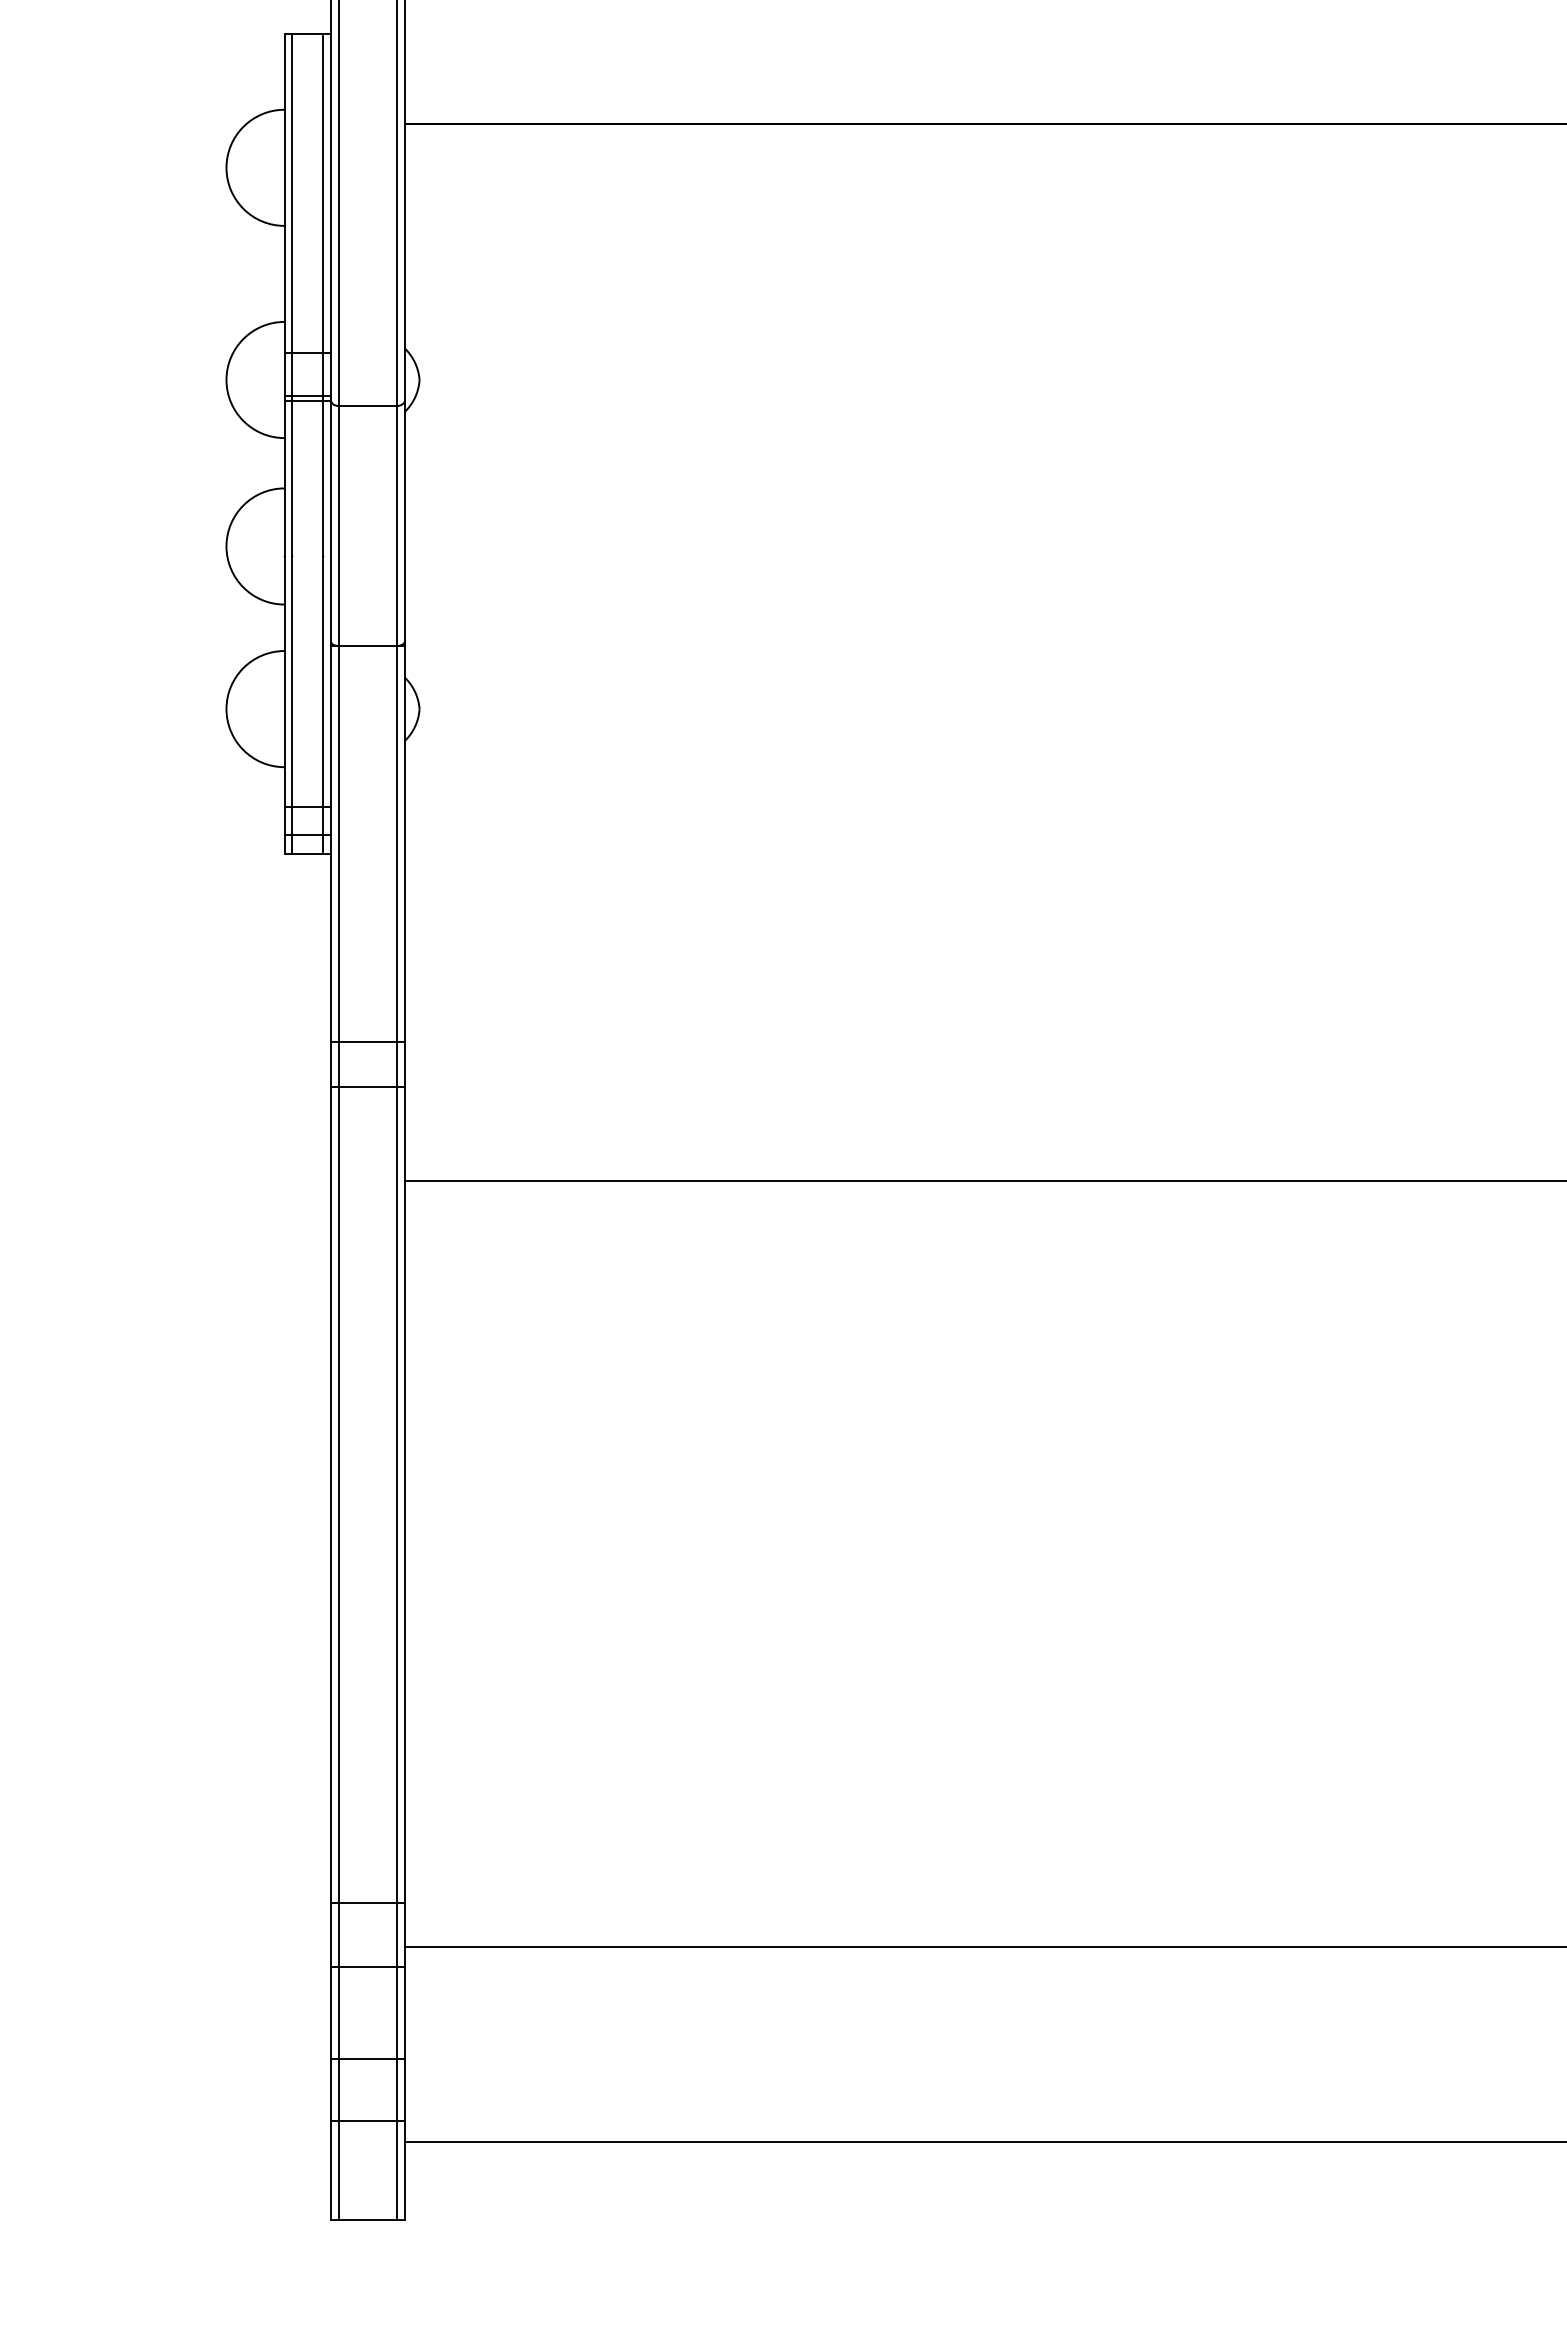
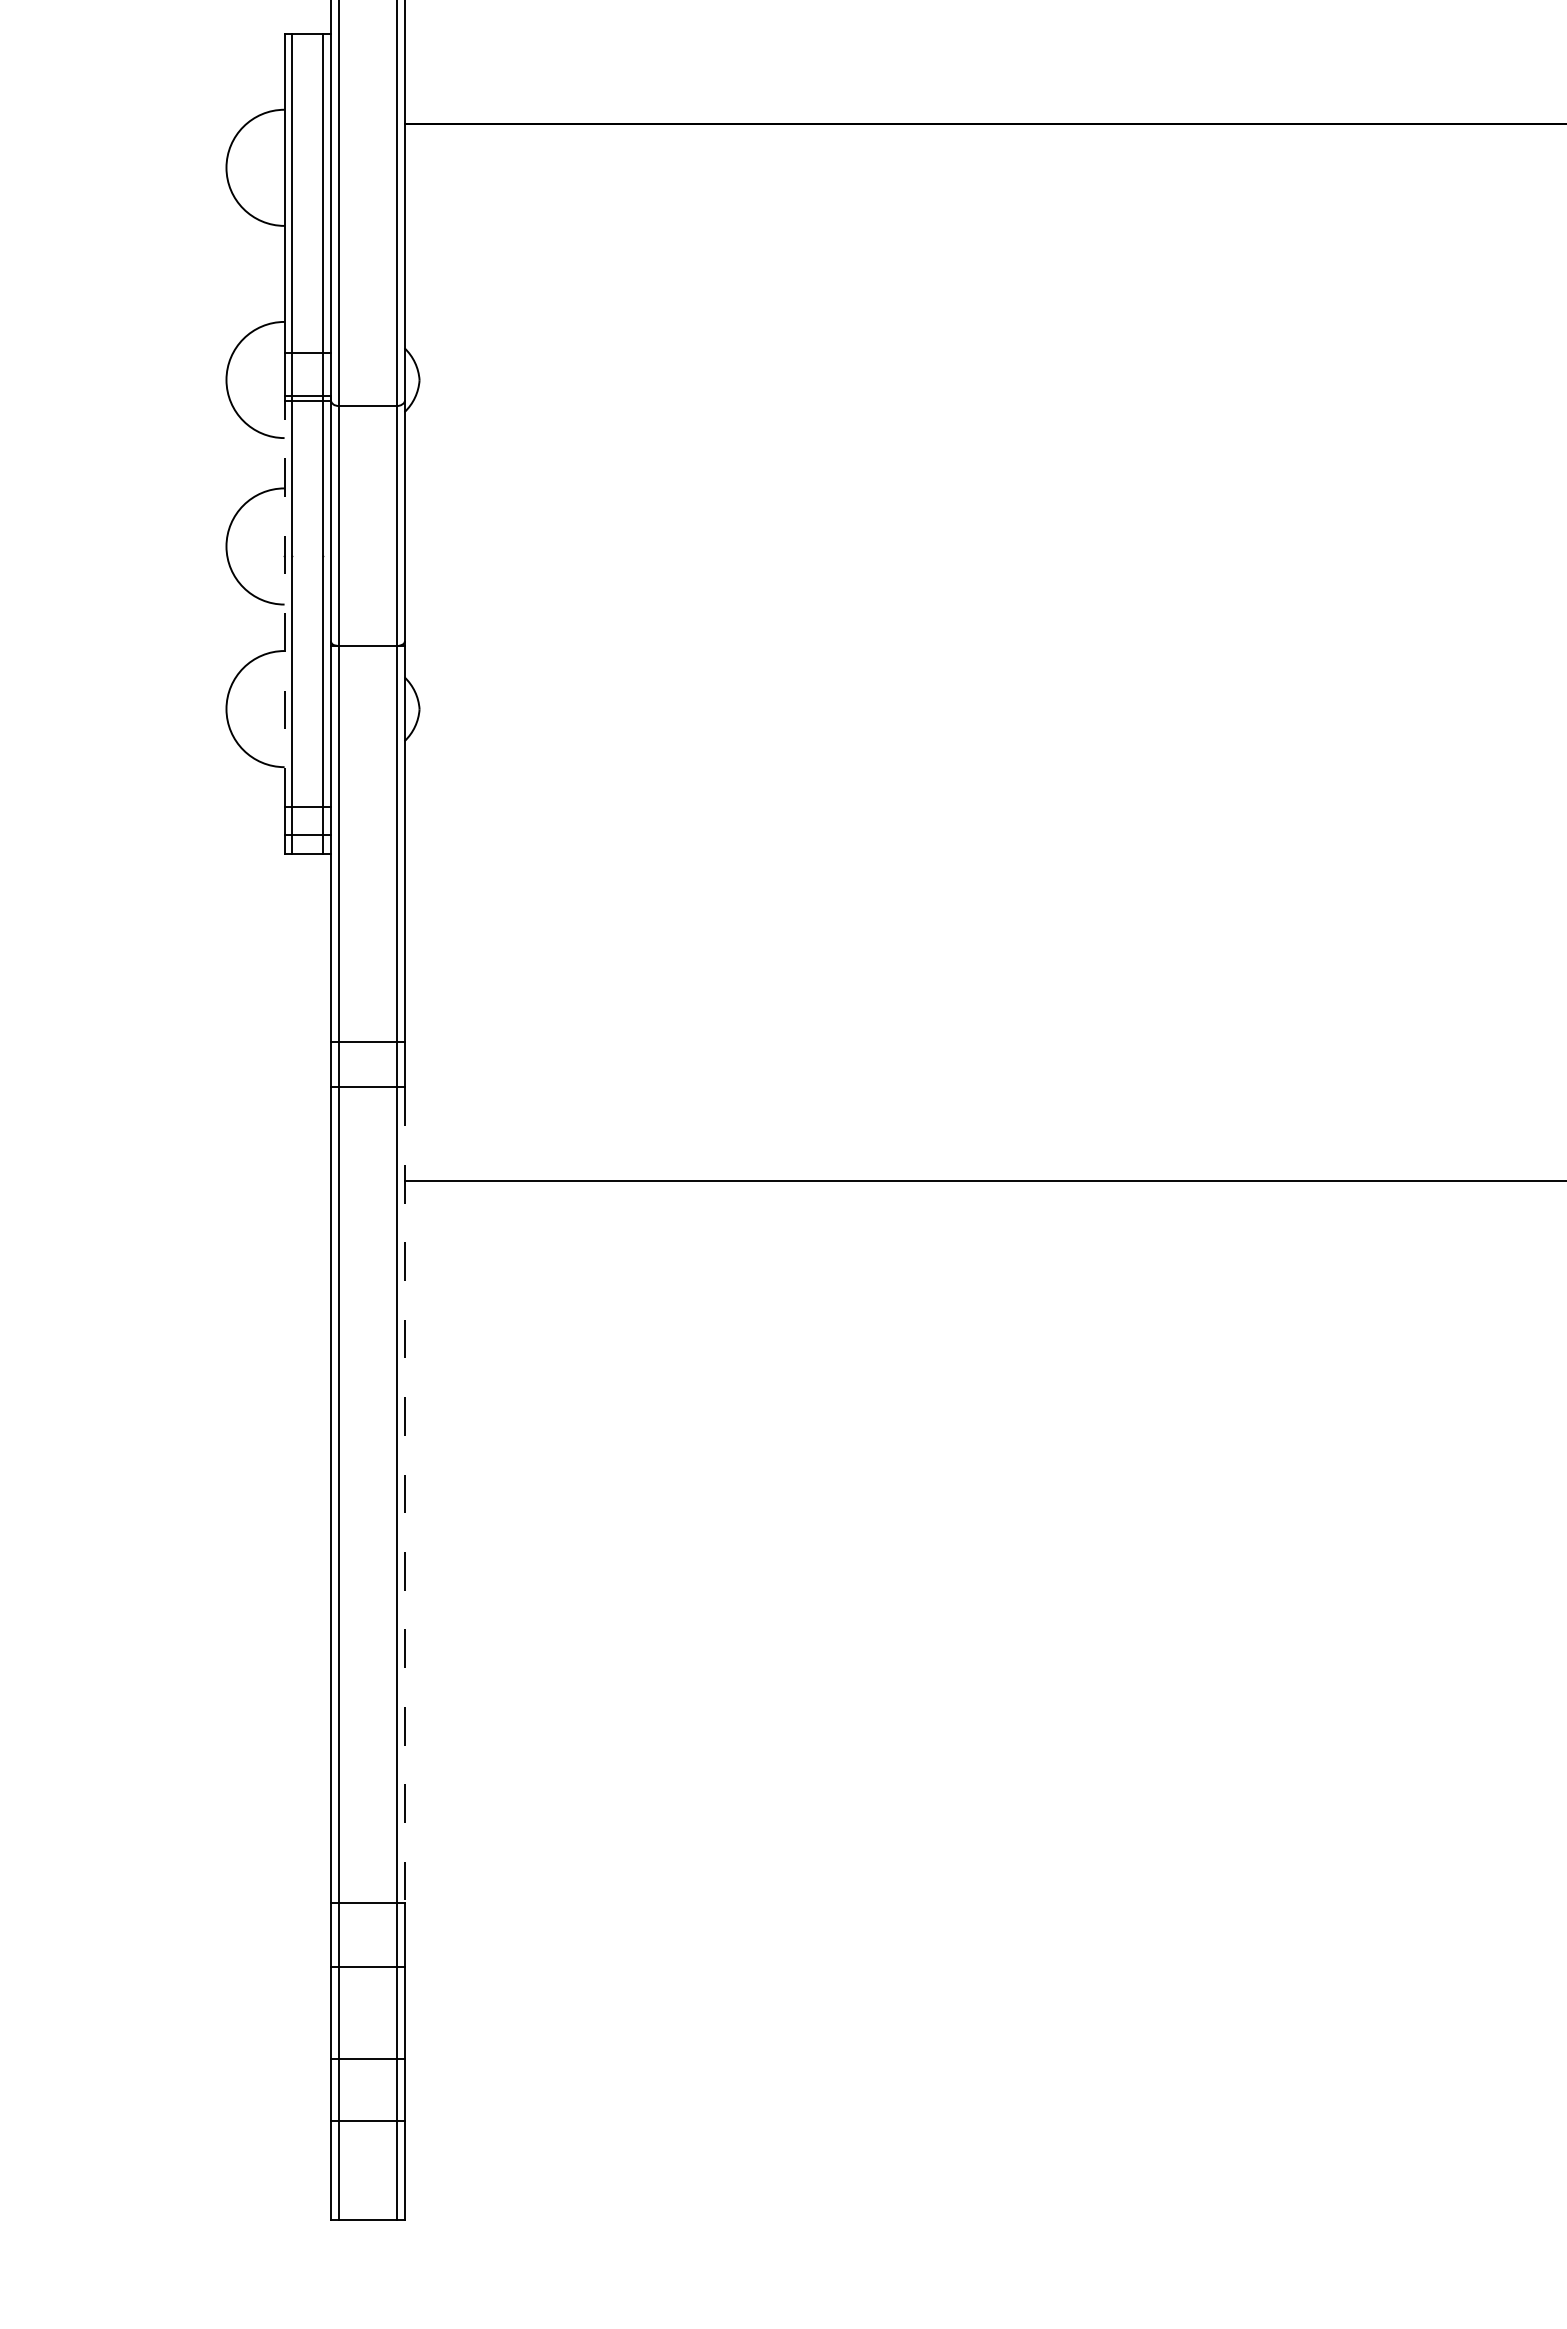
line at (284, 603): solid -> dashed
line at (404, 1495): solid -> dashed
line at (983, 1946): present -> none
line at (983, 2142): present -> none
